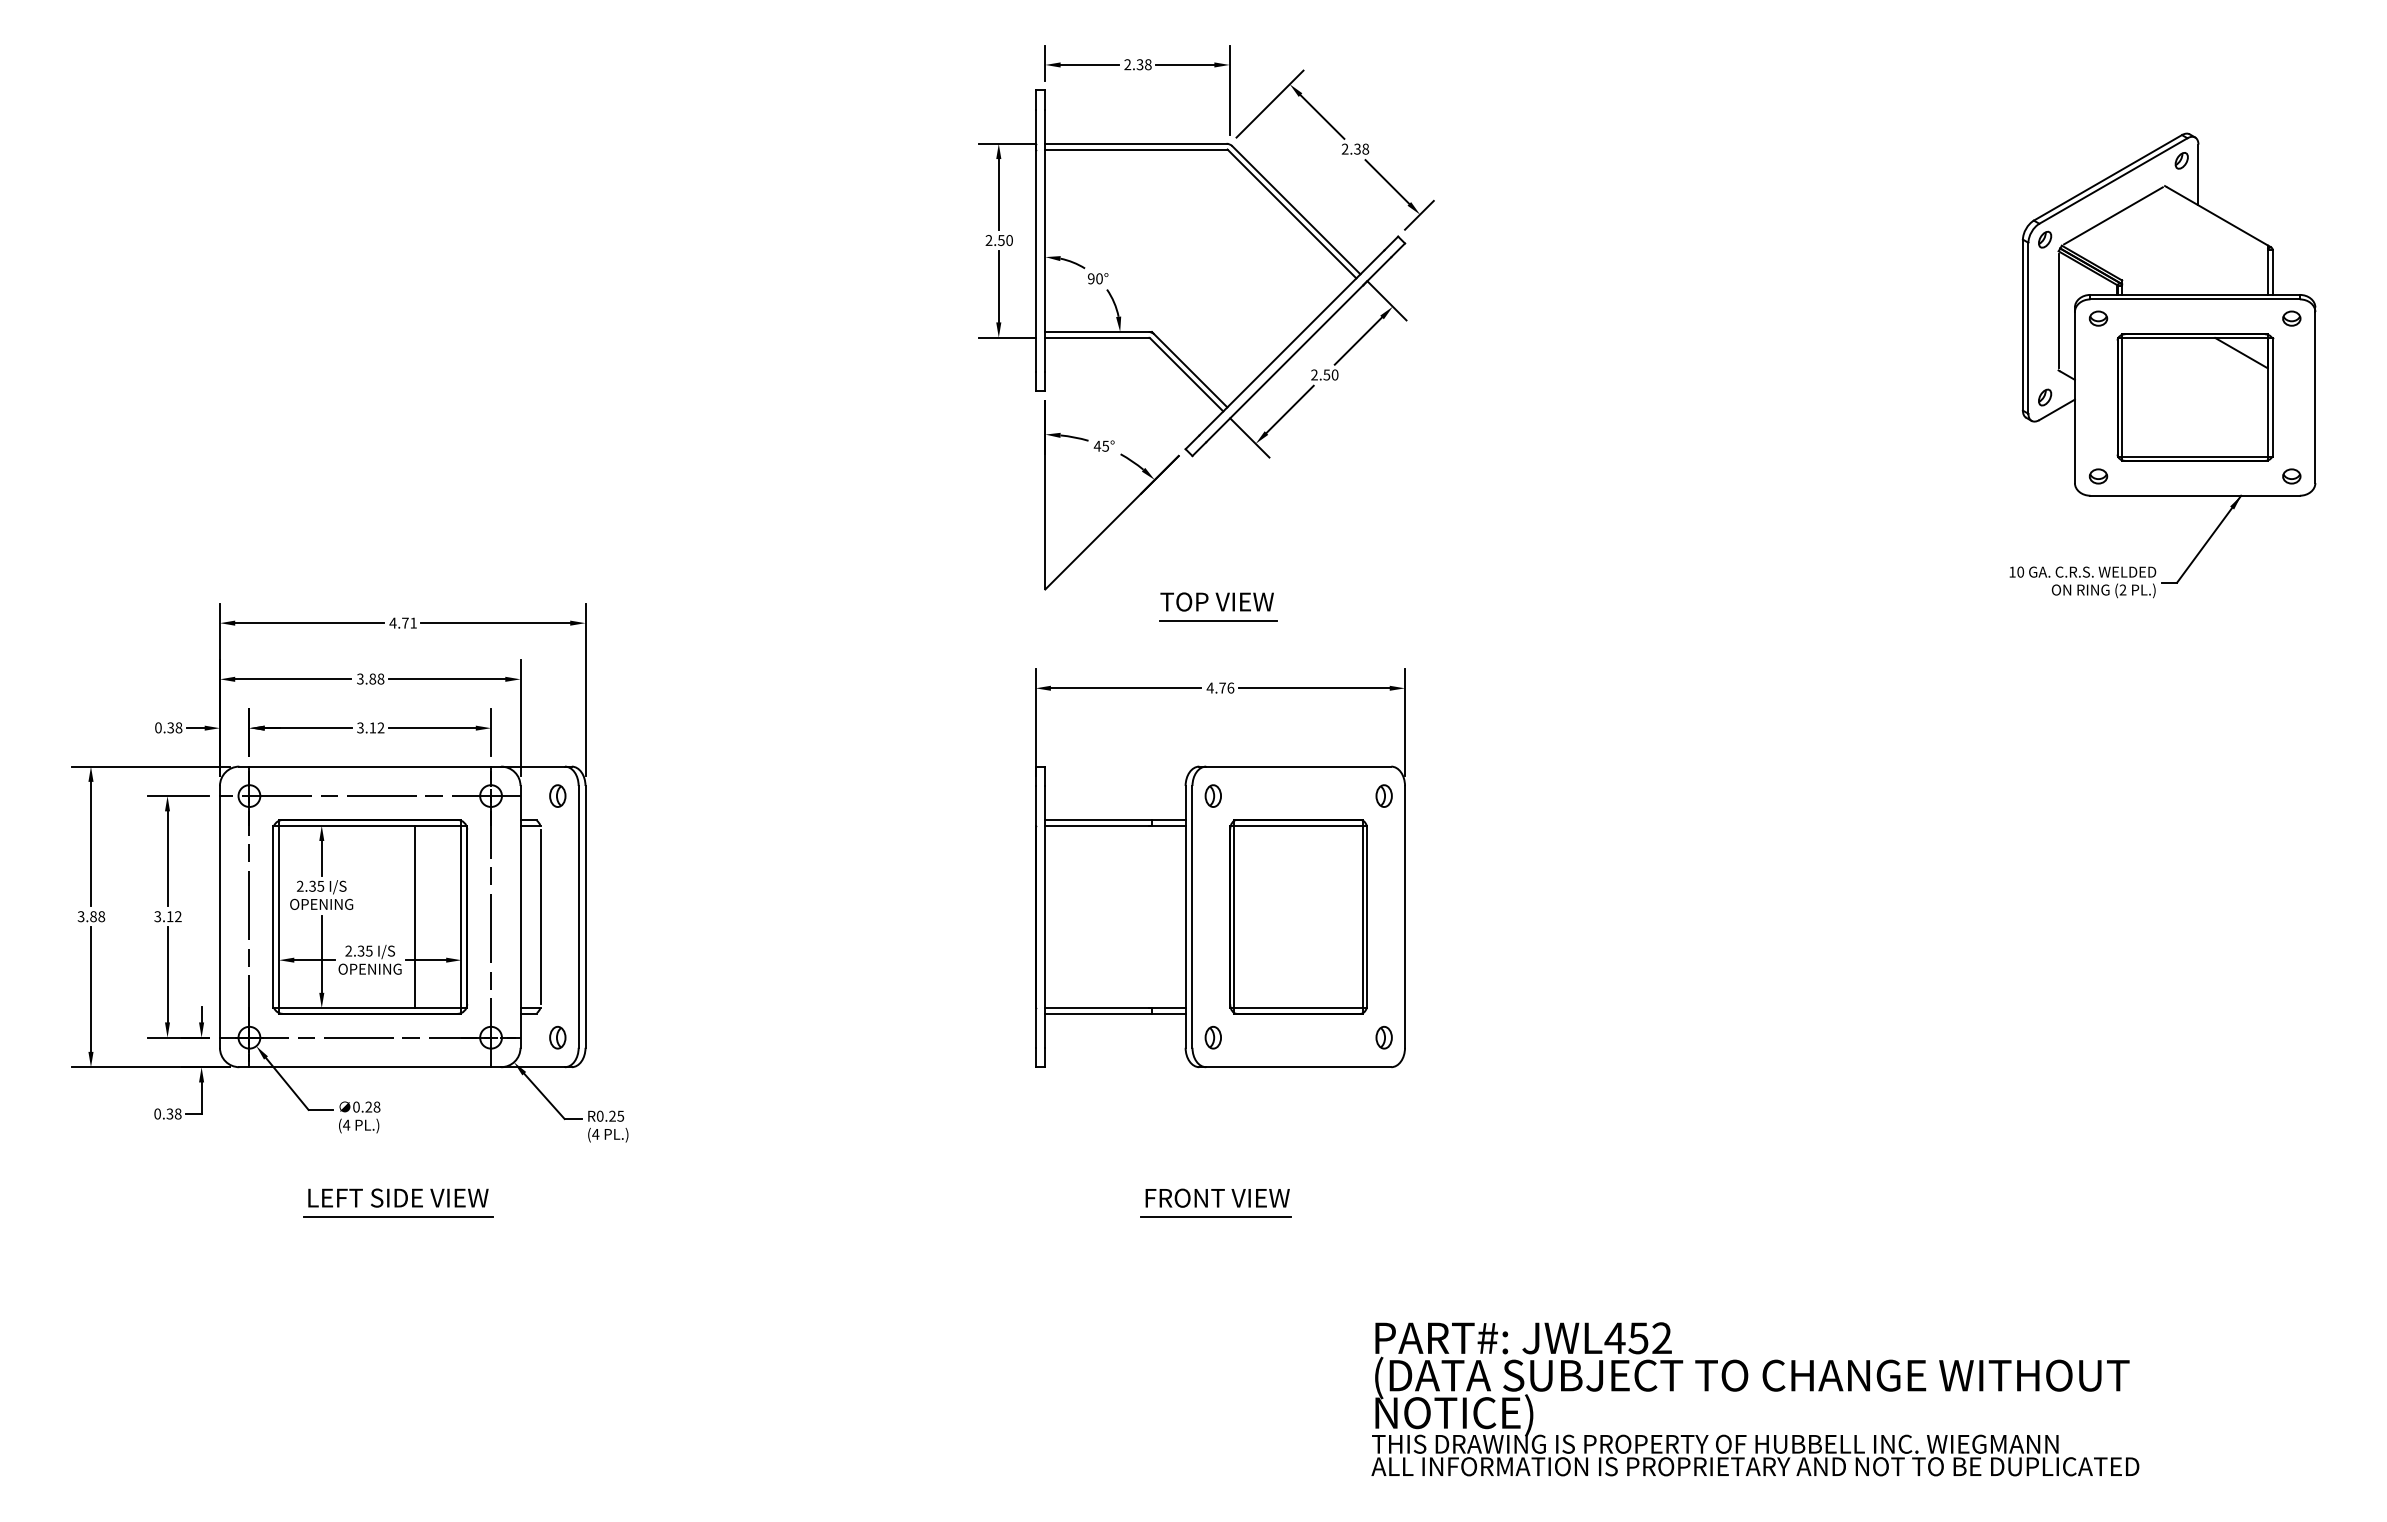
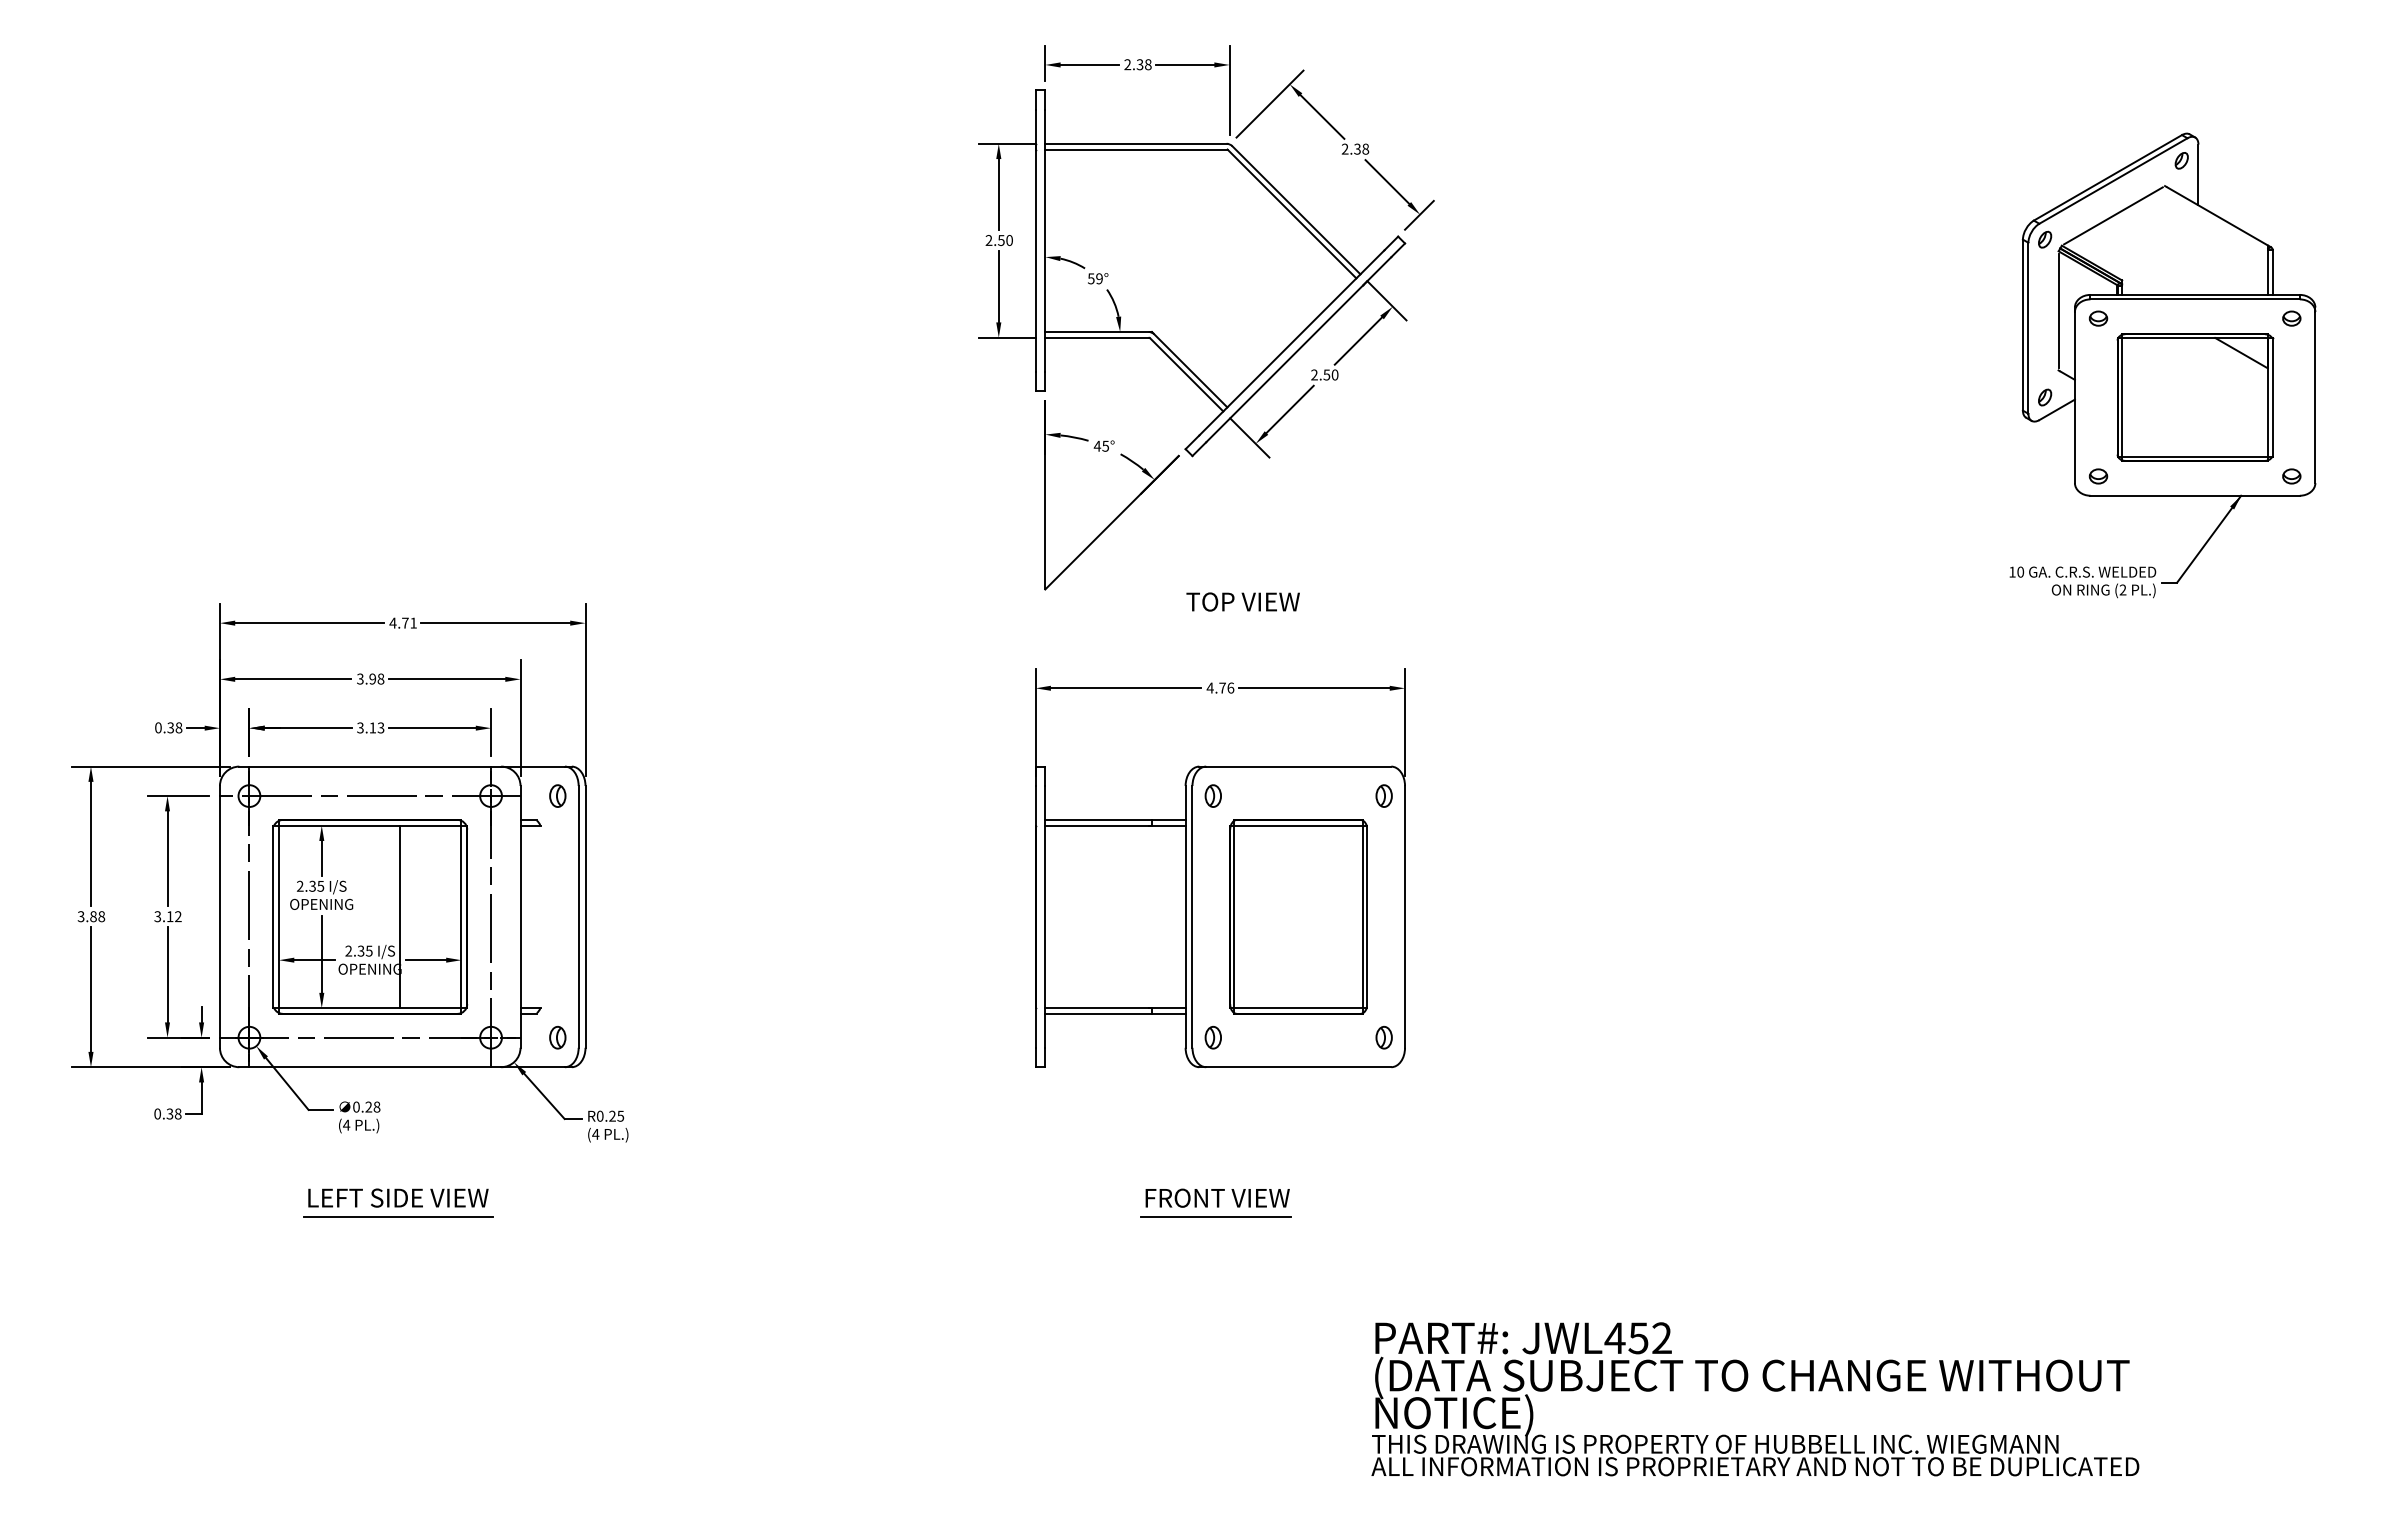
text at (1095, 278): 90° -> 59°
text at (1216, 601) position: (1216, 601) -> (1242, 601)
line at (1218, 620): present -> none
text at (372, 678): 3.88 -> 3.98
text at (380, 728): 3.12 -> 3.13
line at (414, 916) position: (414, 916) -> (399, 916)
line at (540, 916): present -> none
